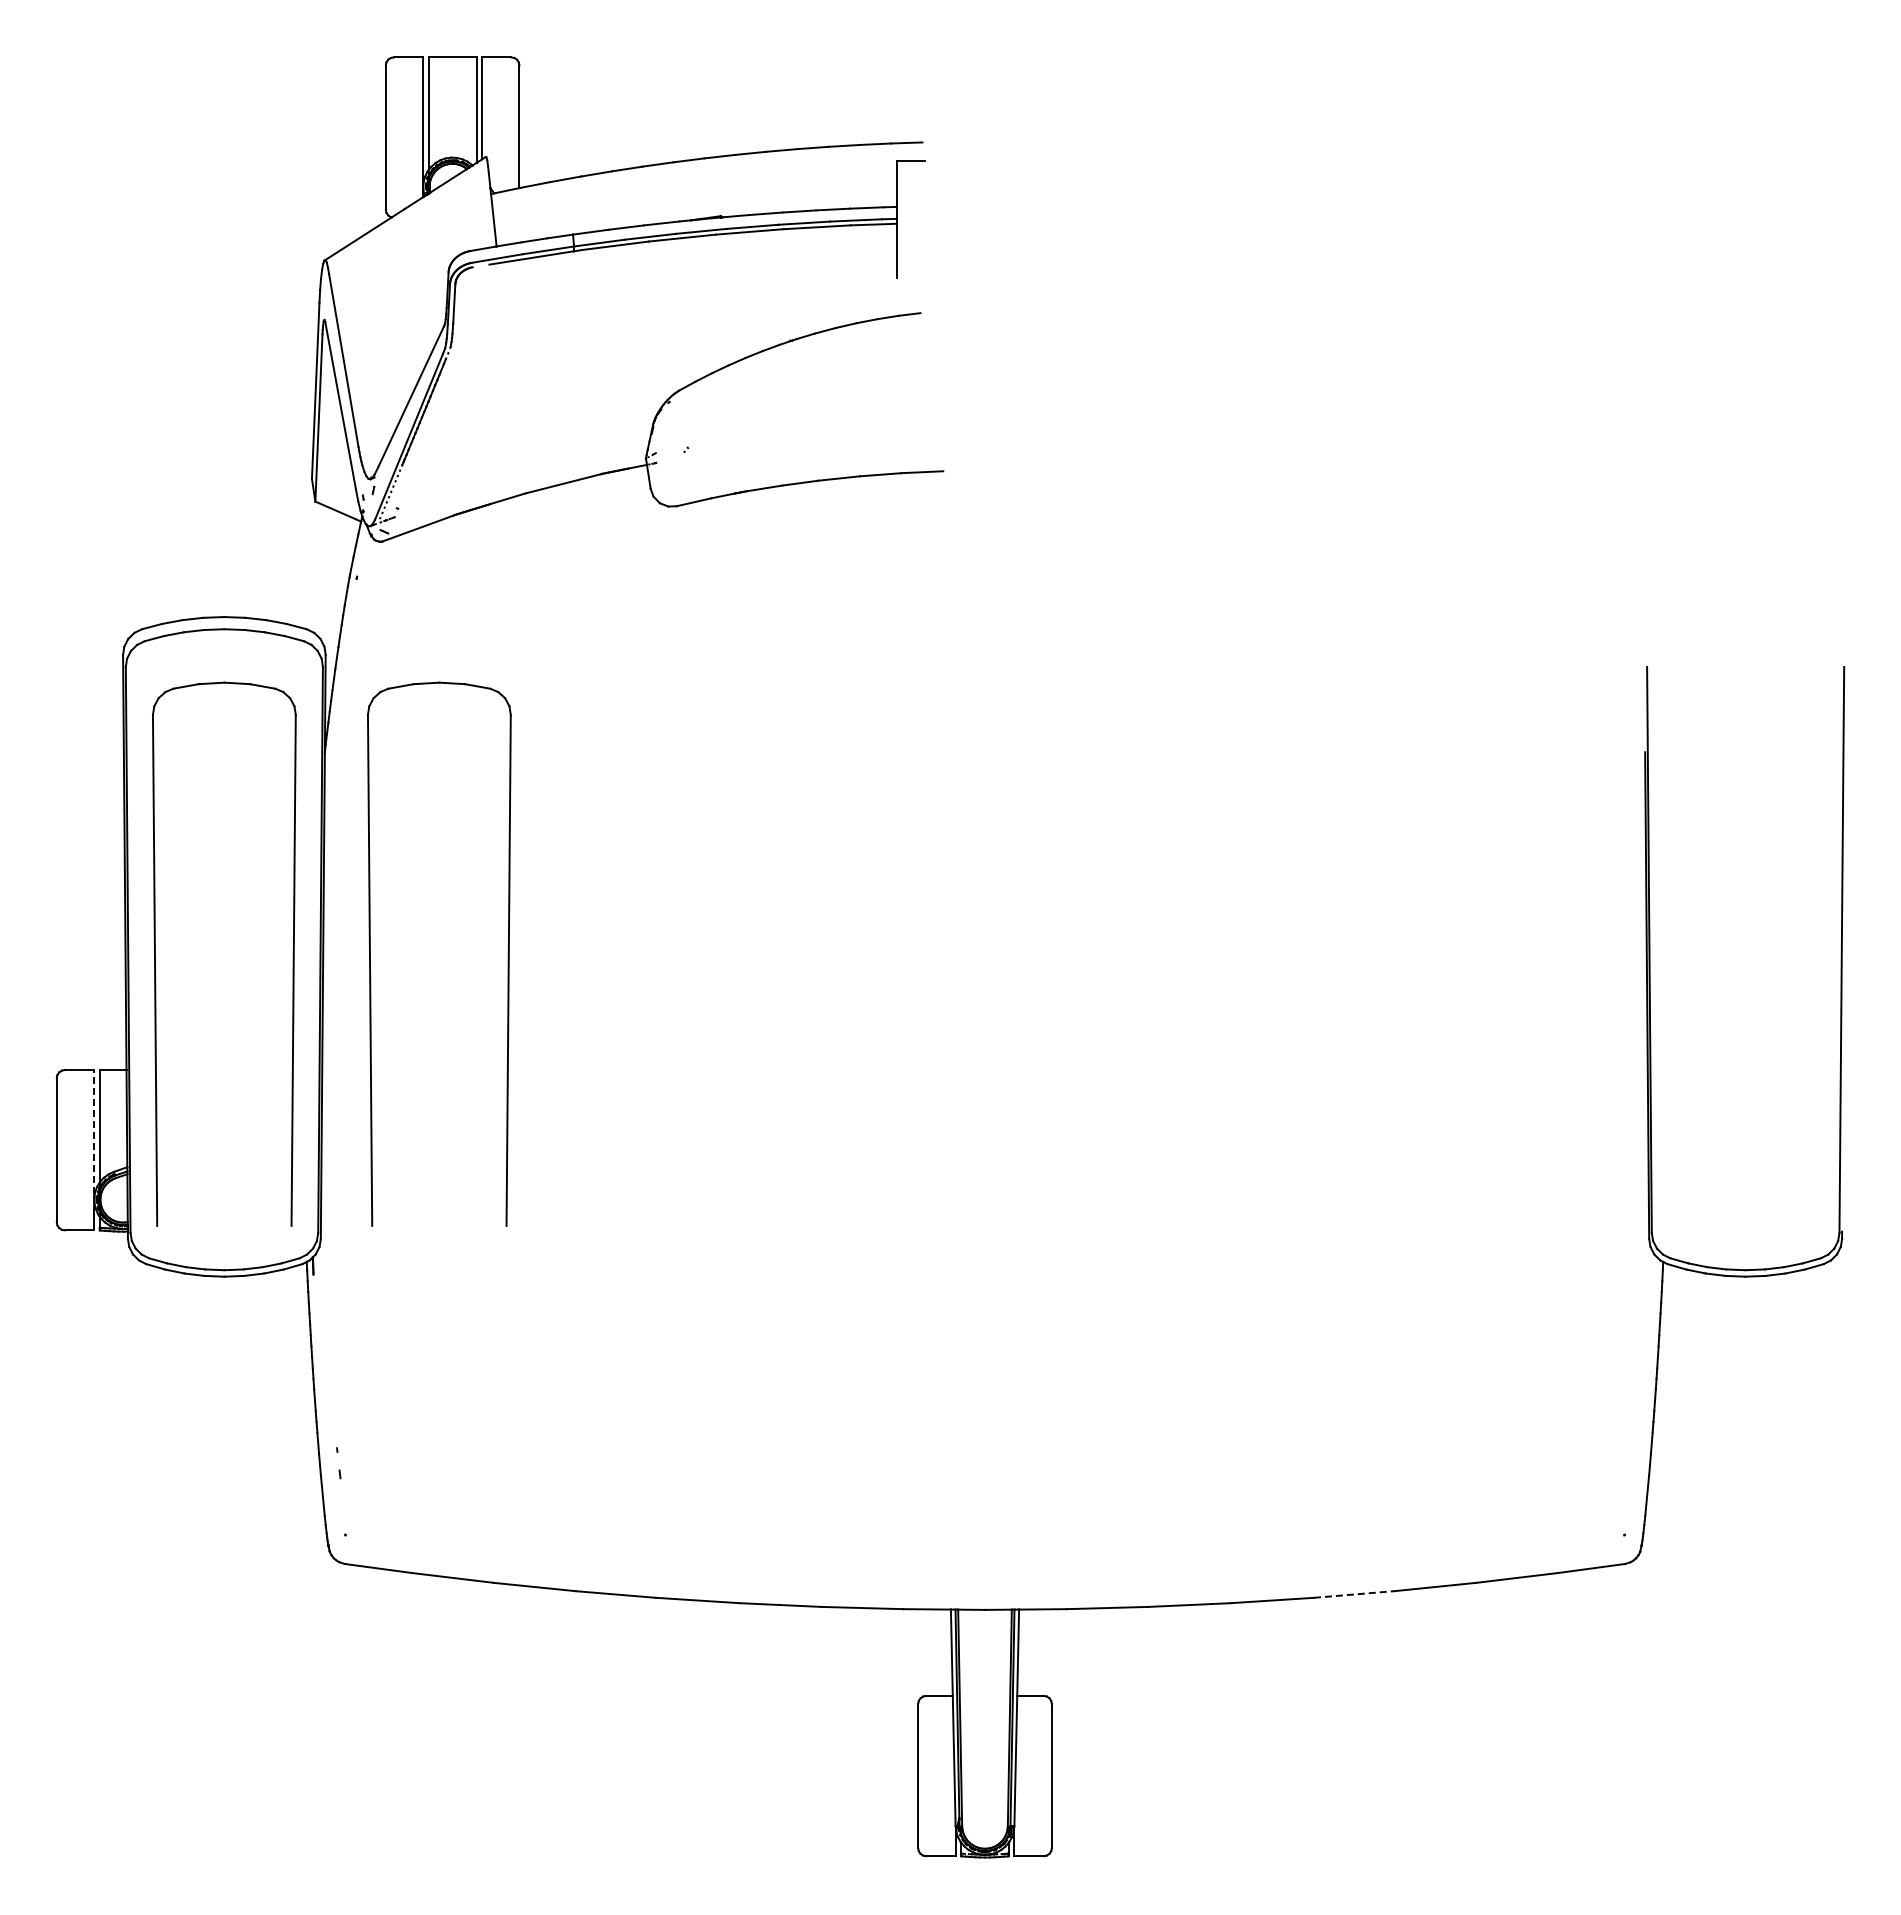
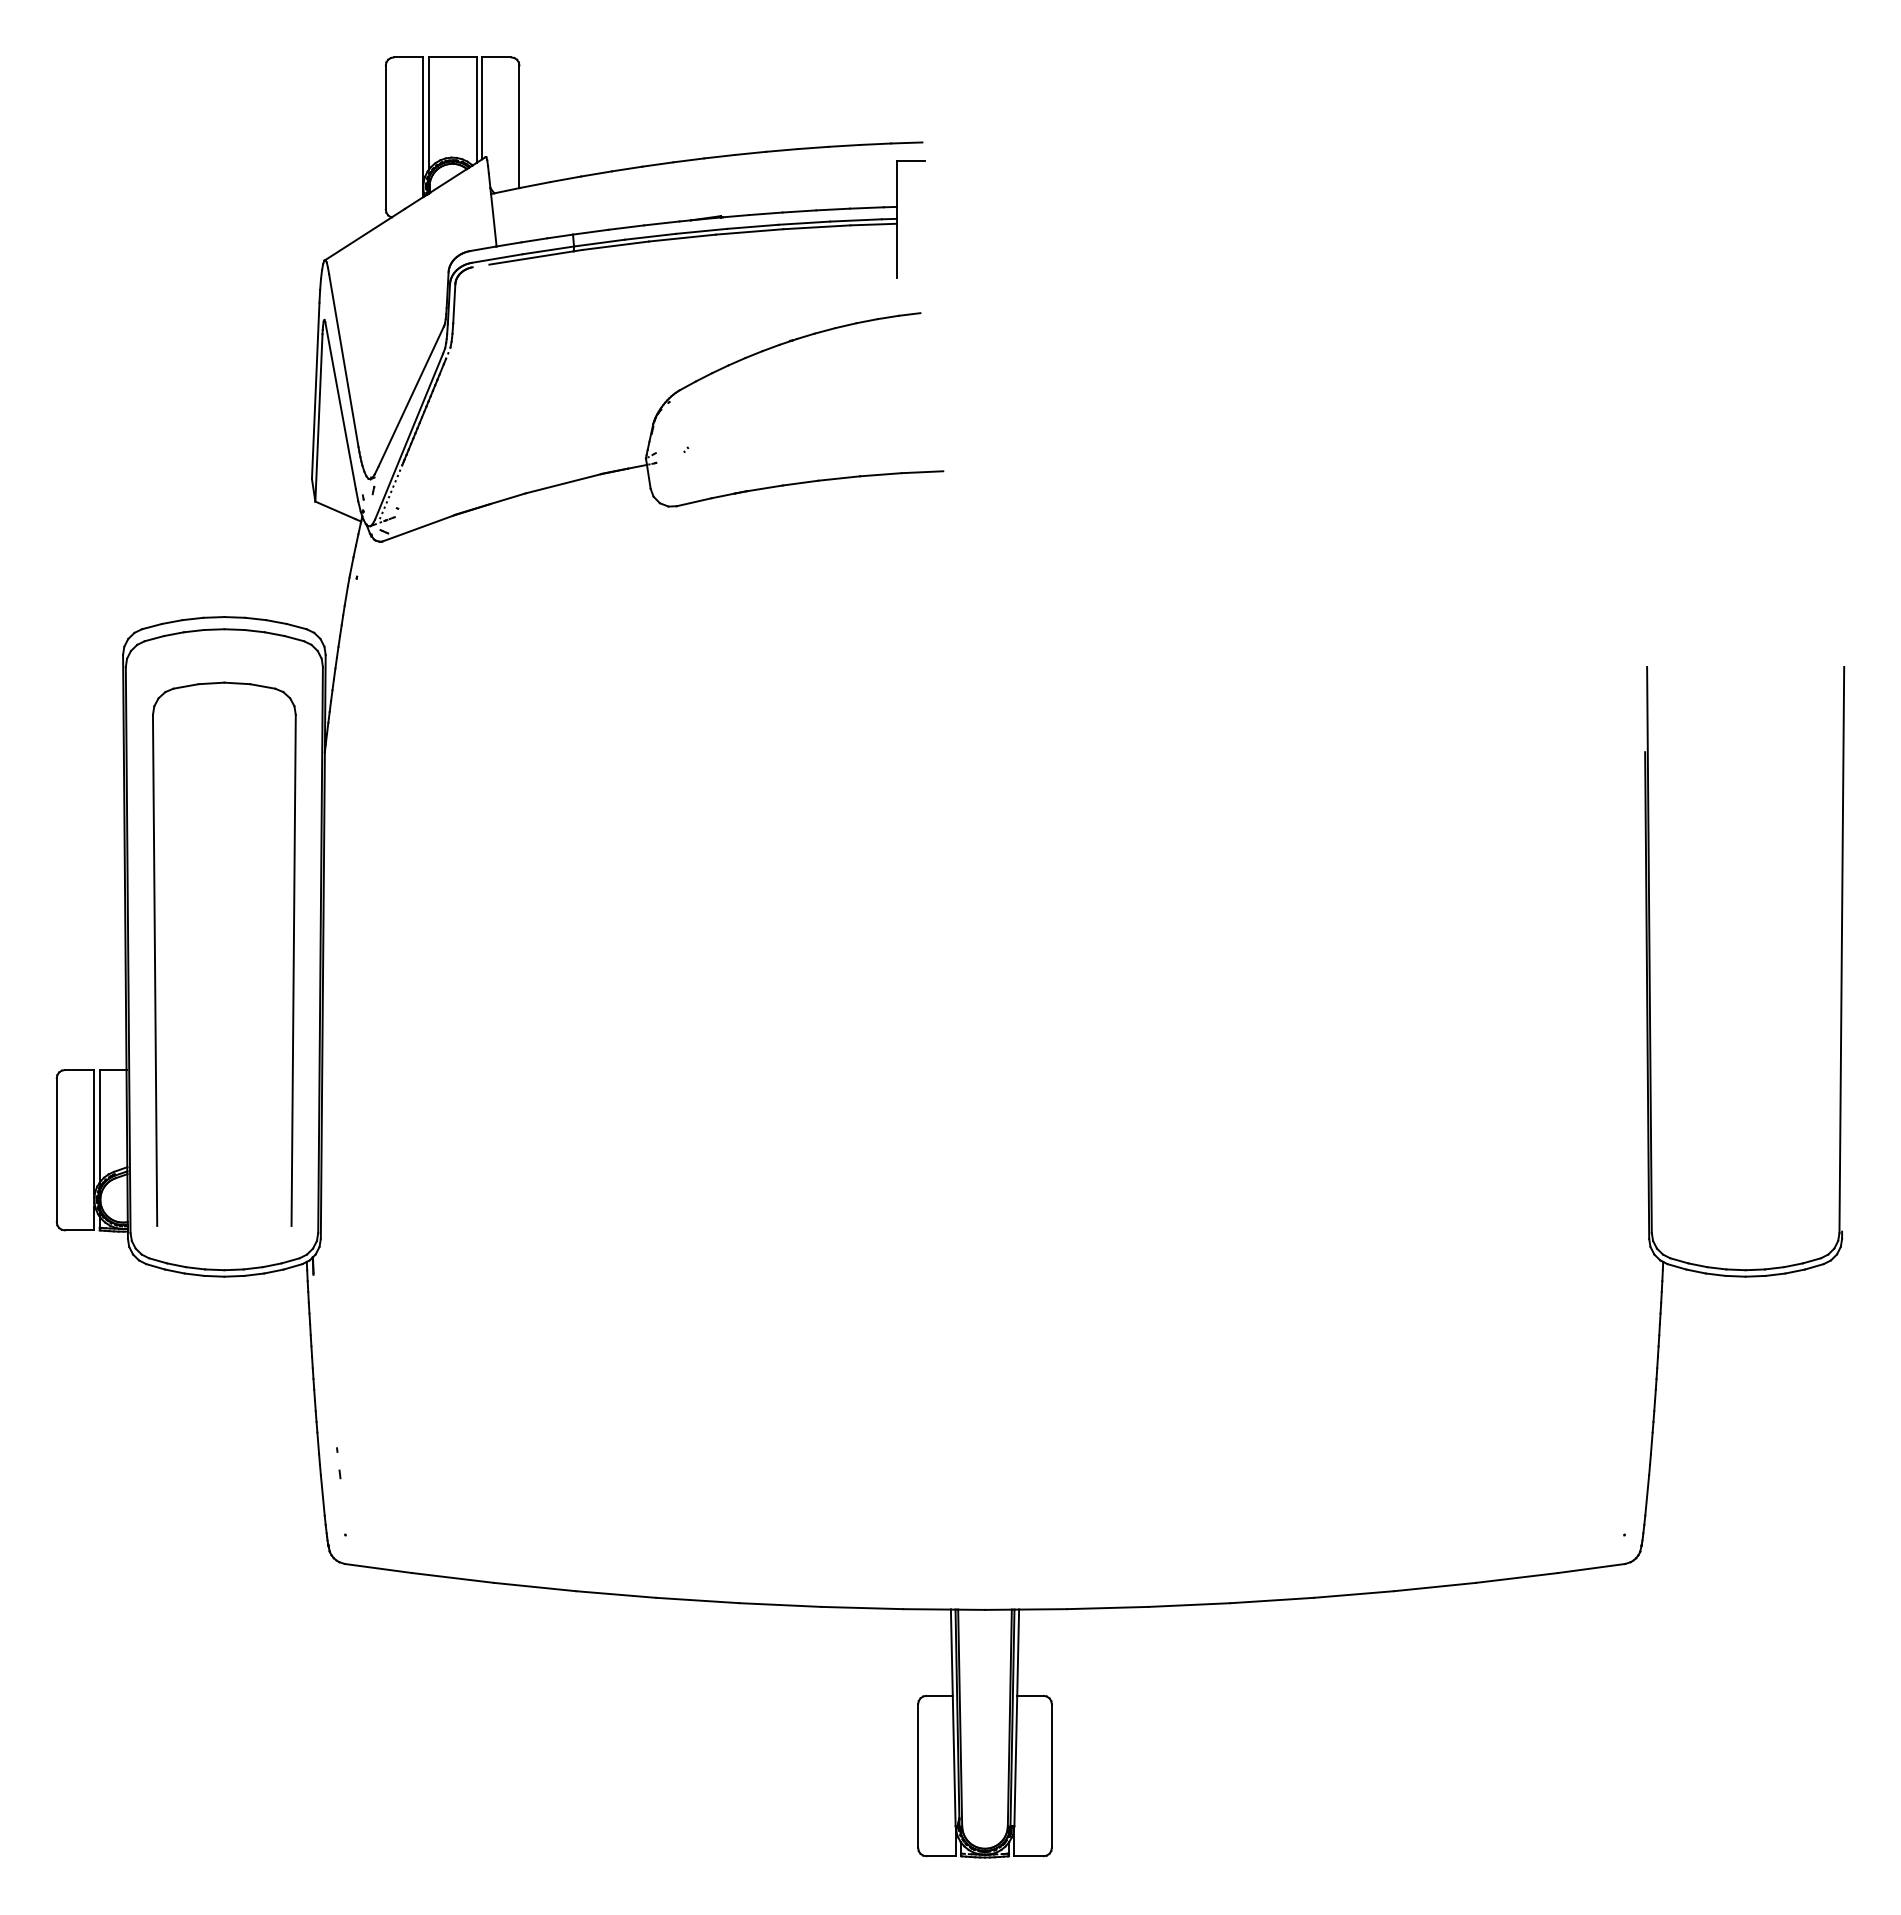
part at (507, 953): present -> none
line at (94, 1131): dashed -> solid
line at (1354, 1594): dashed -> solid
